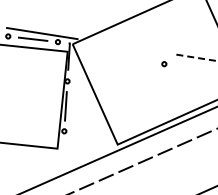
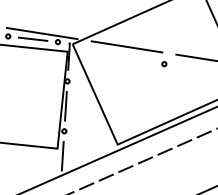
line at (126, 46): none -> present
line at (196, 57): dashed -> solid
line at (62, 156): none -> present
